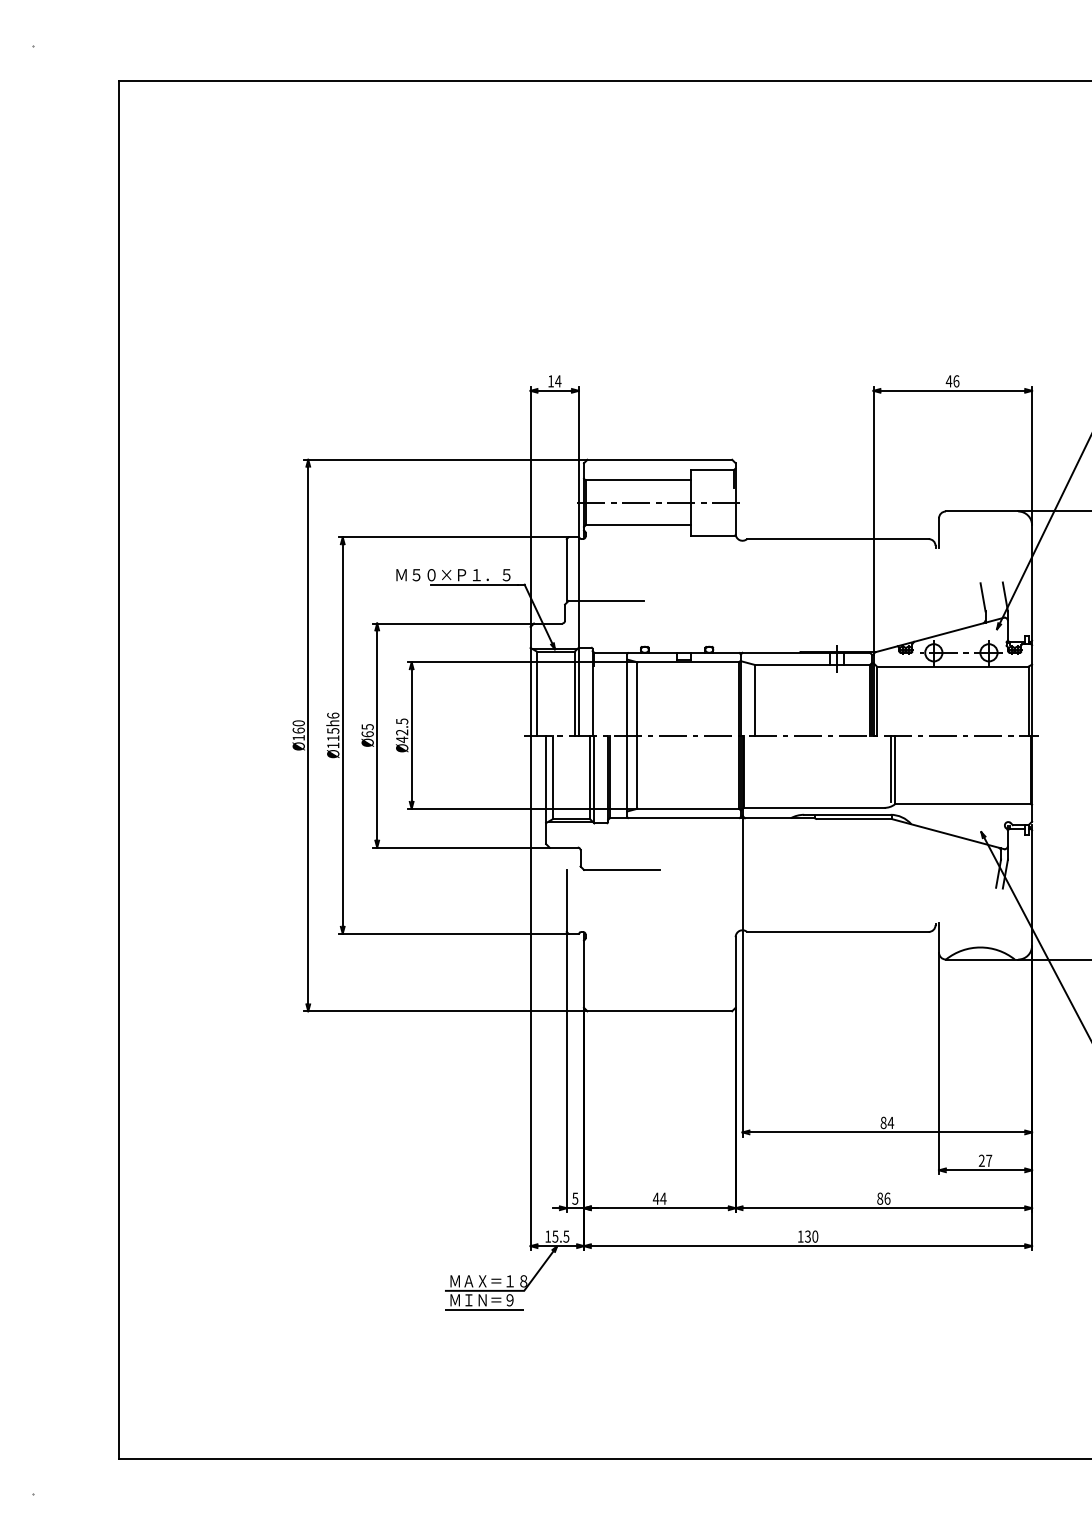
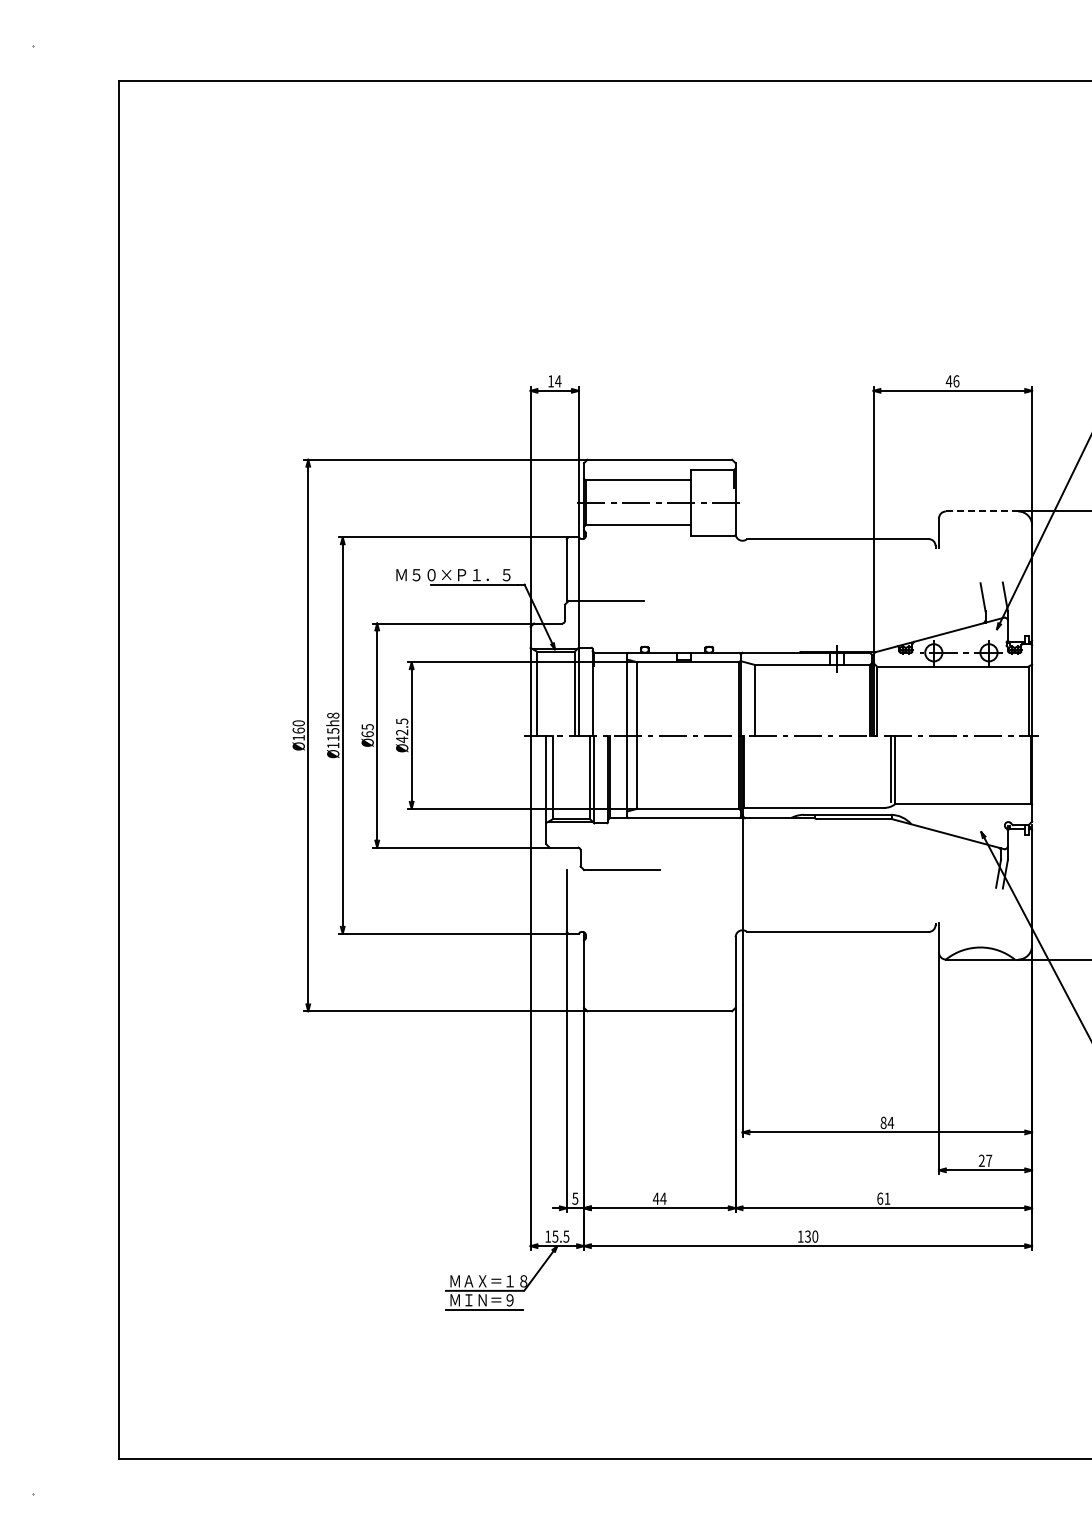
line at (982, 511): solid -> dashed
text at (333, 715): Ø115h6 -> Ø115h8
text at (883, 1198): 86 -> 61
